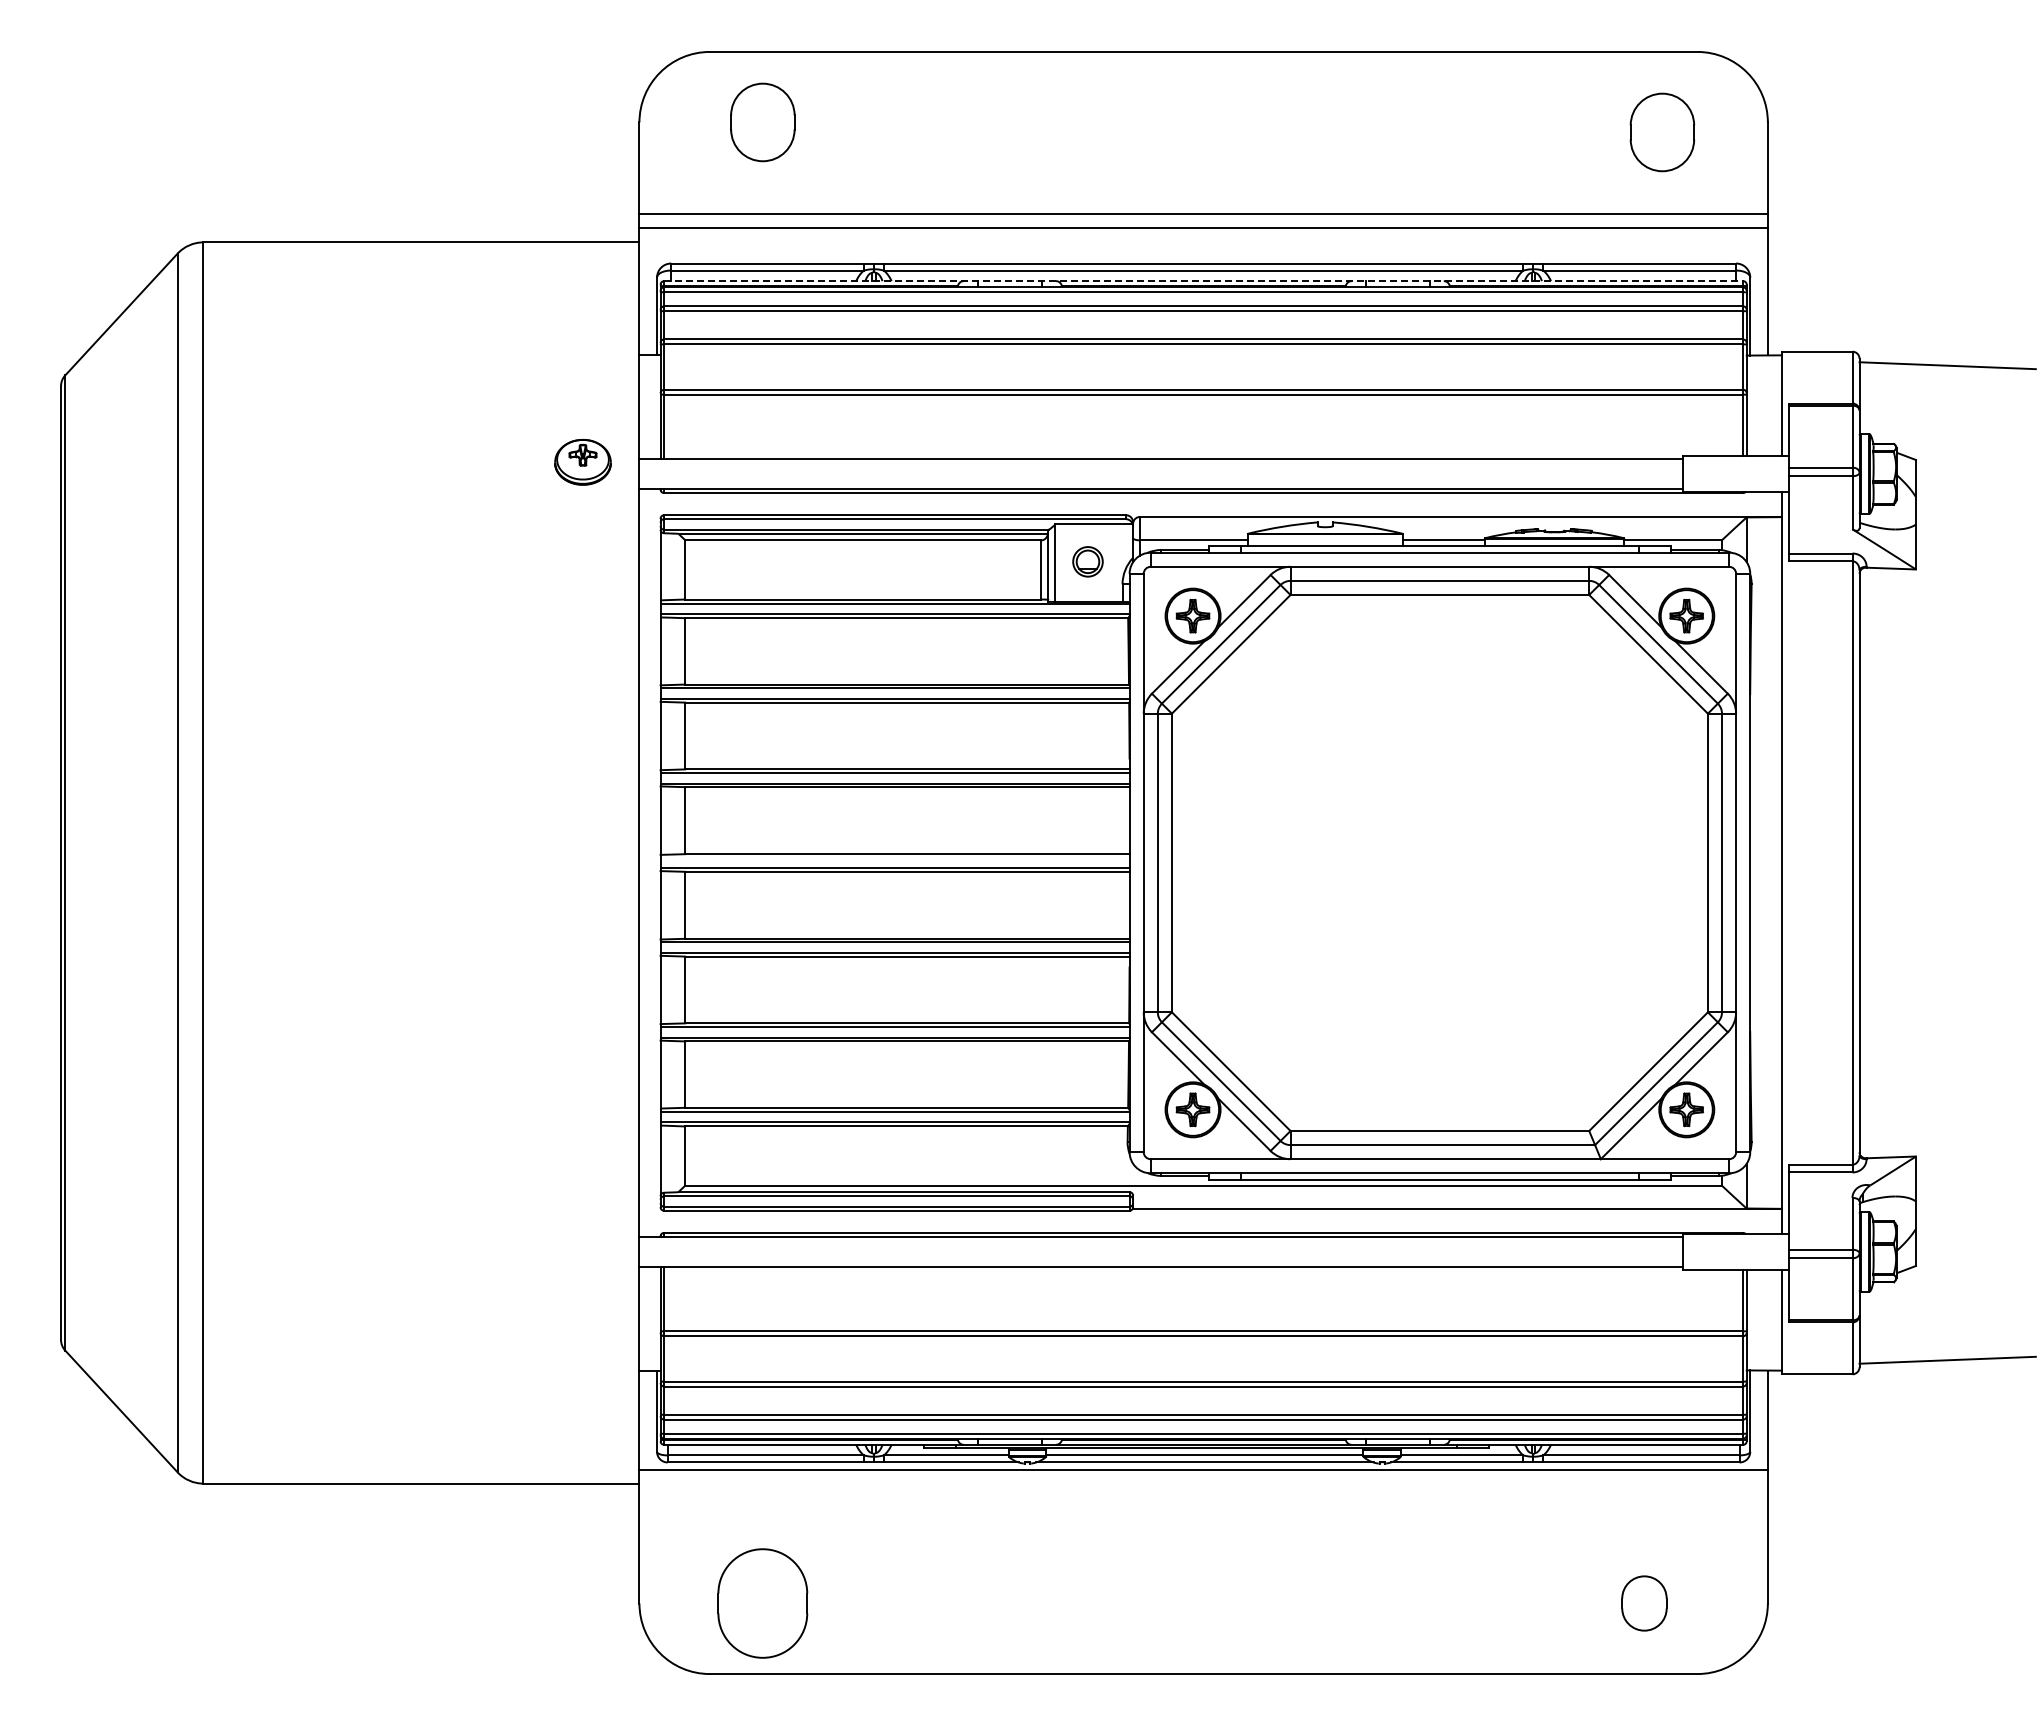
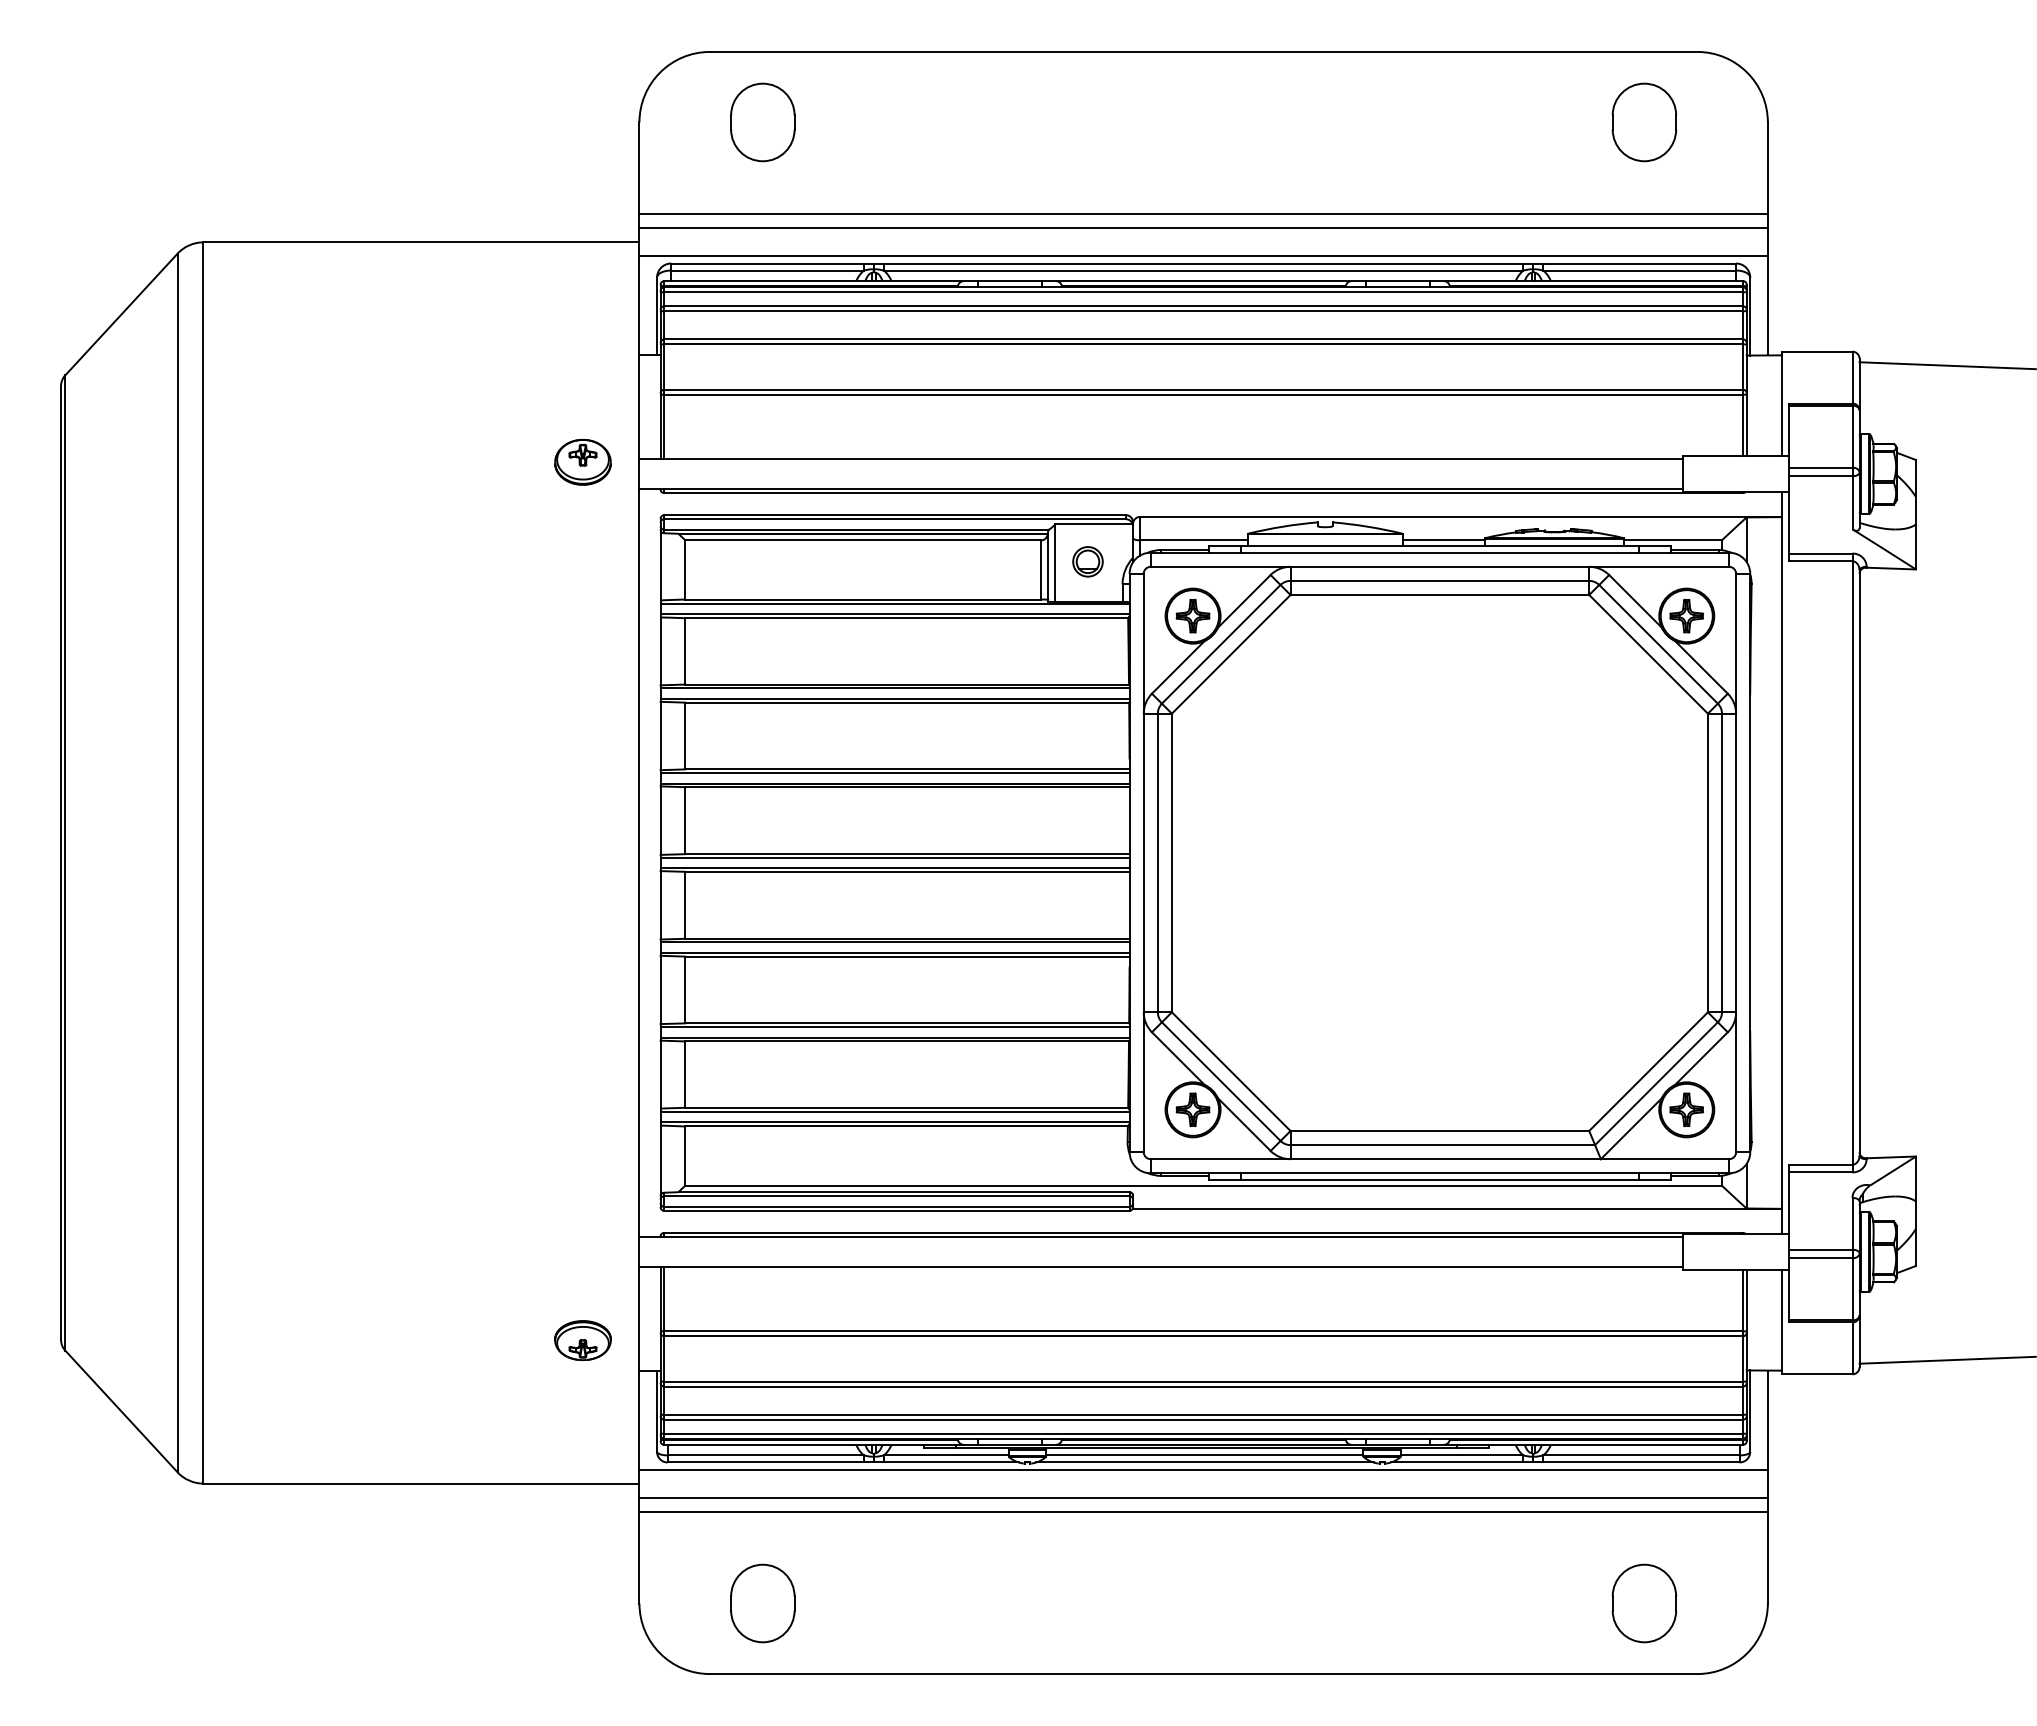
part at (1662, 132) position: (1662, 132) -> (1644, 122)
line at (1203, 256): none -> present
line at (1203, 281): dashed -> solid
line at (894, 857): none -> present
part at (582, 1340): none -> present
line at (1203, 1497): none -> present
line at (1203, 1511): none -> present
part at (762, 1603) size: 92x111 px -> 66x81 px
part at (1644, 1603) size: 47x57 px -> 67x81 px
